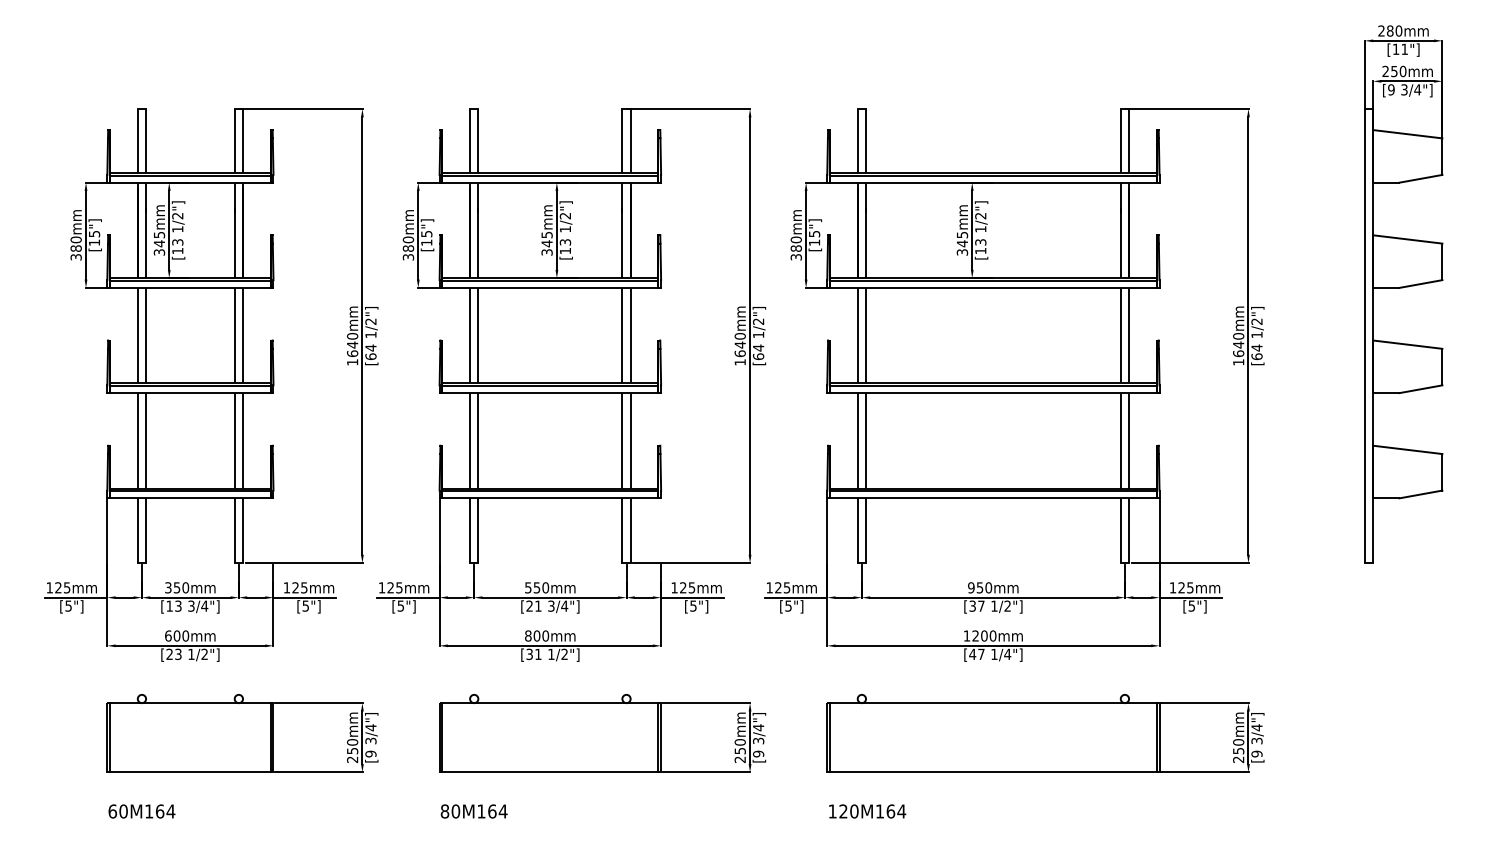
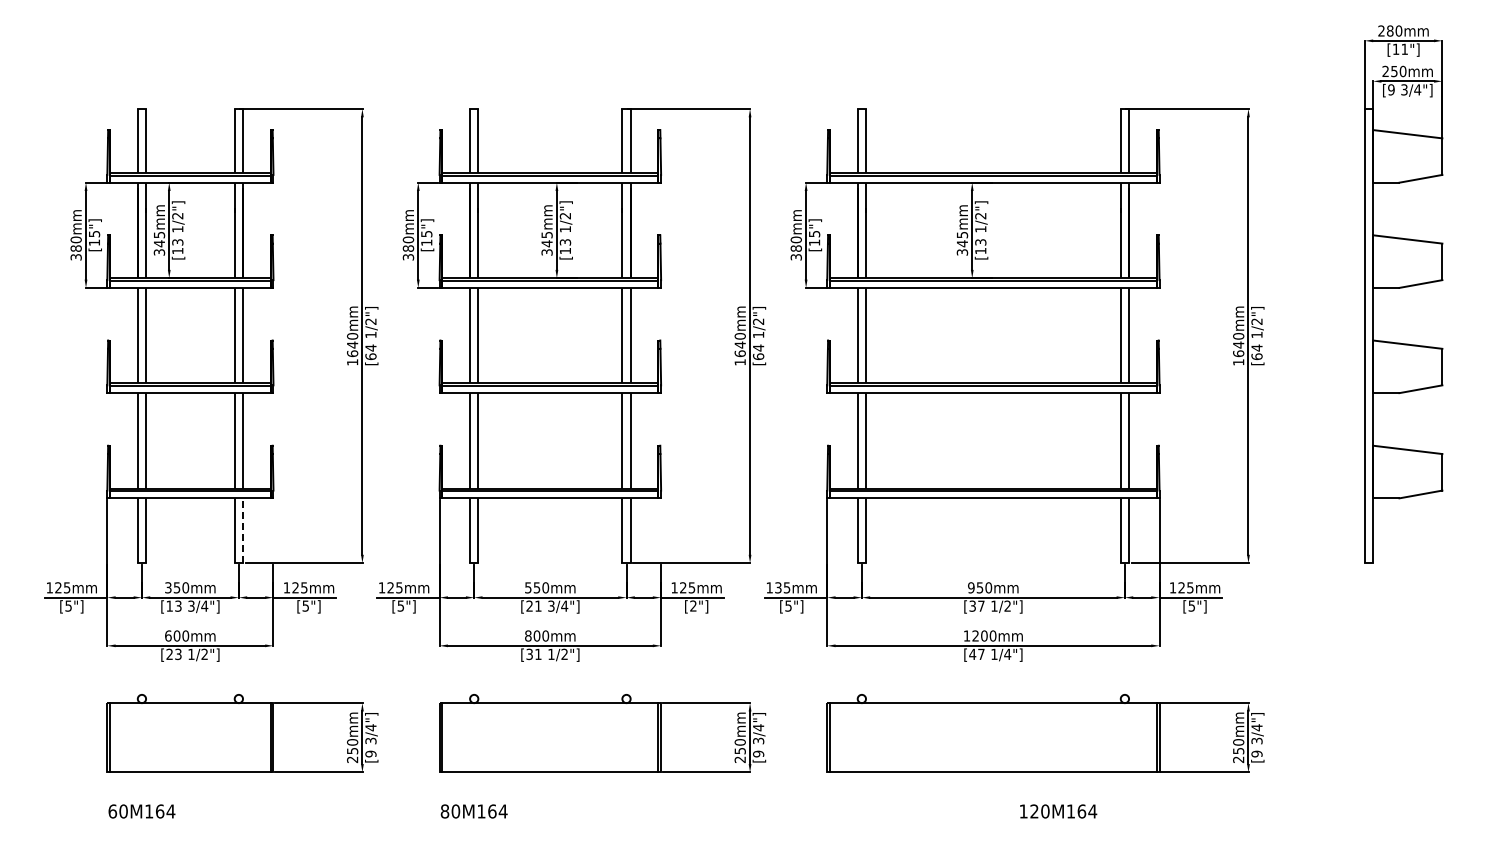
line at (243, 530): solid -> dashed
text at (778, 588): 125mm -> 135mm
text at (693, 605): [5"] -> [2"]
text at (867, 811) position: (867, 811) -> (1058, 811)
